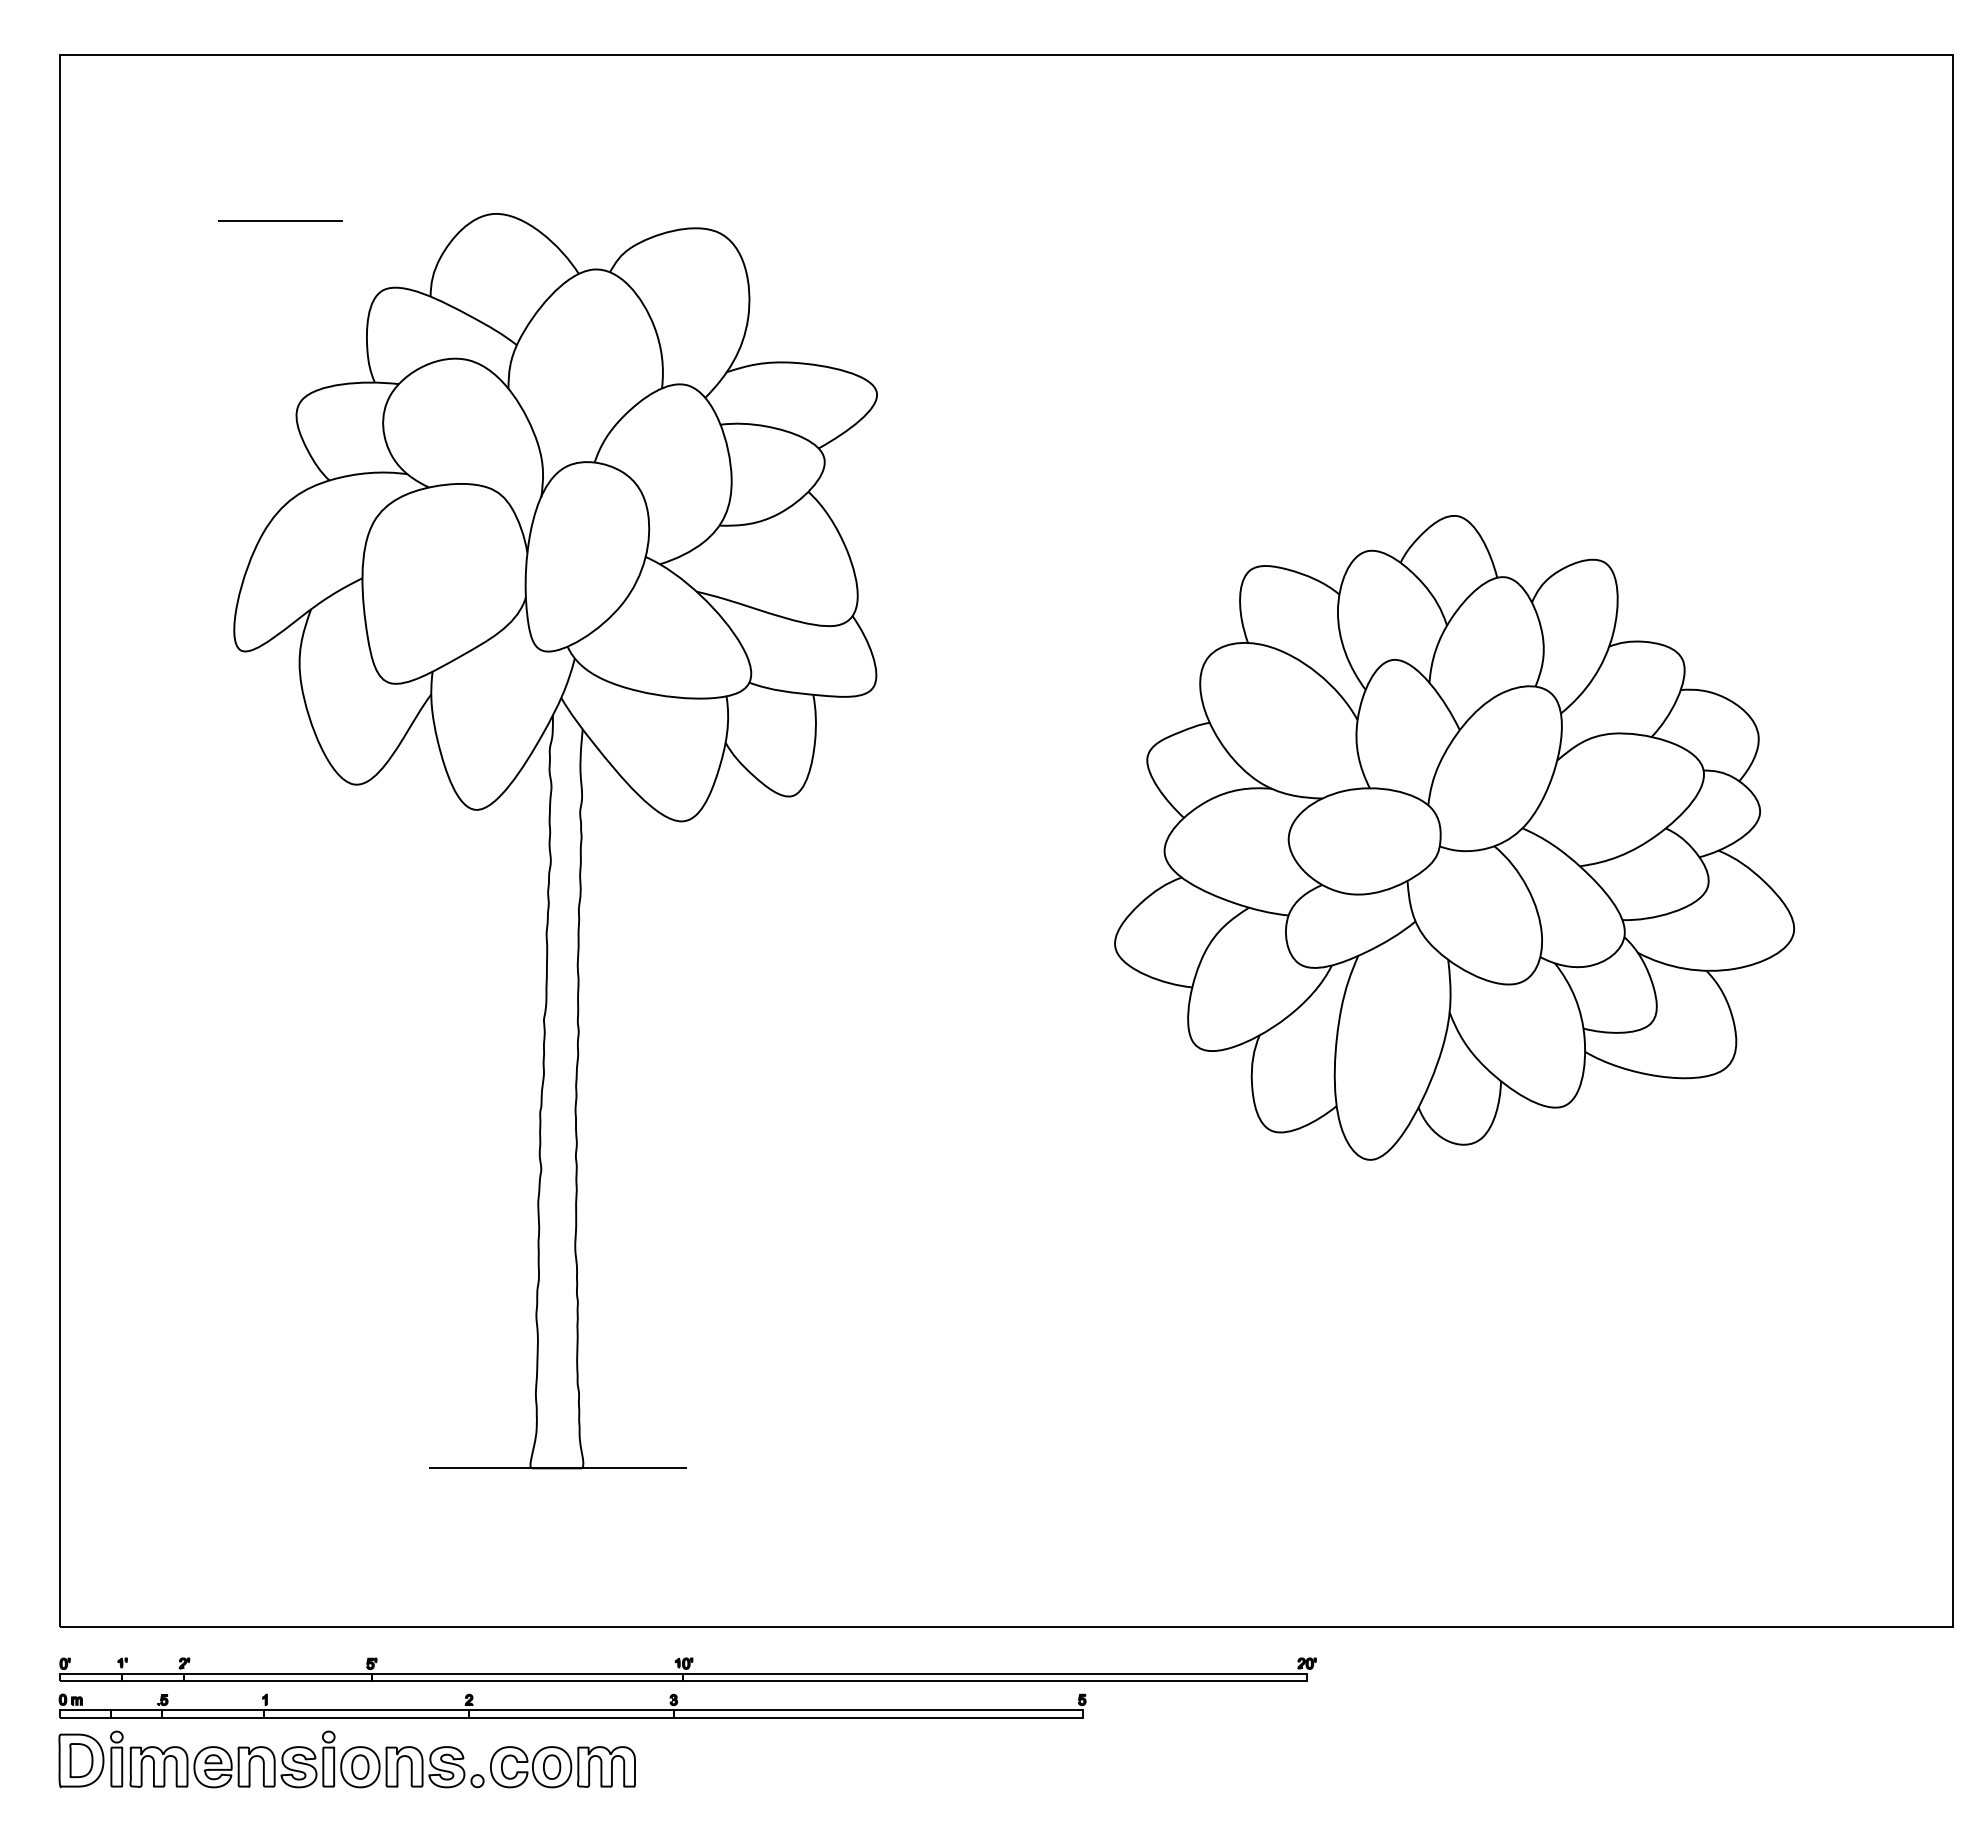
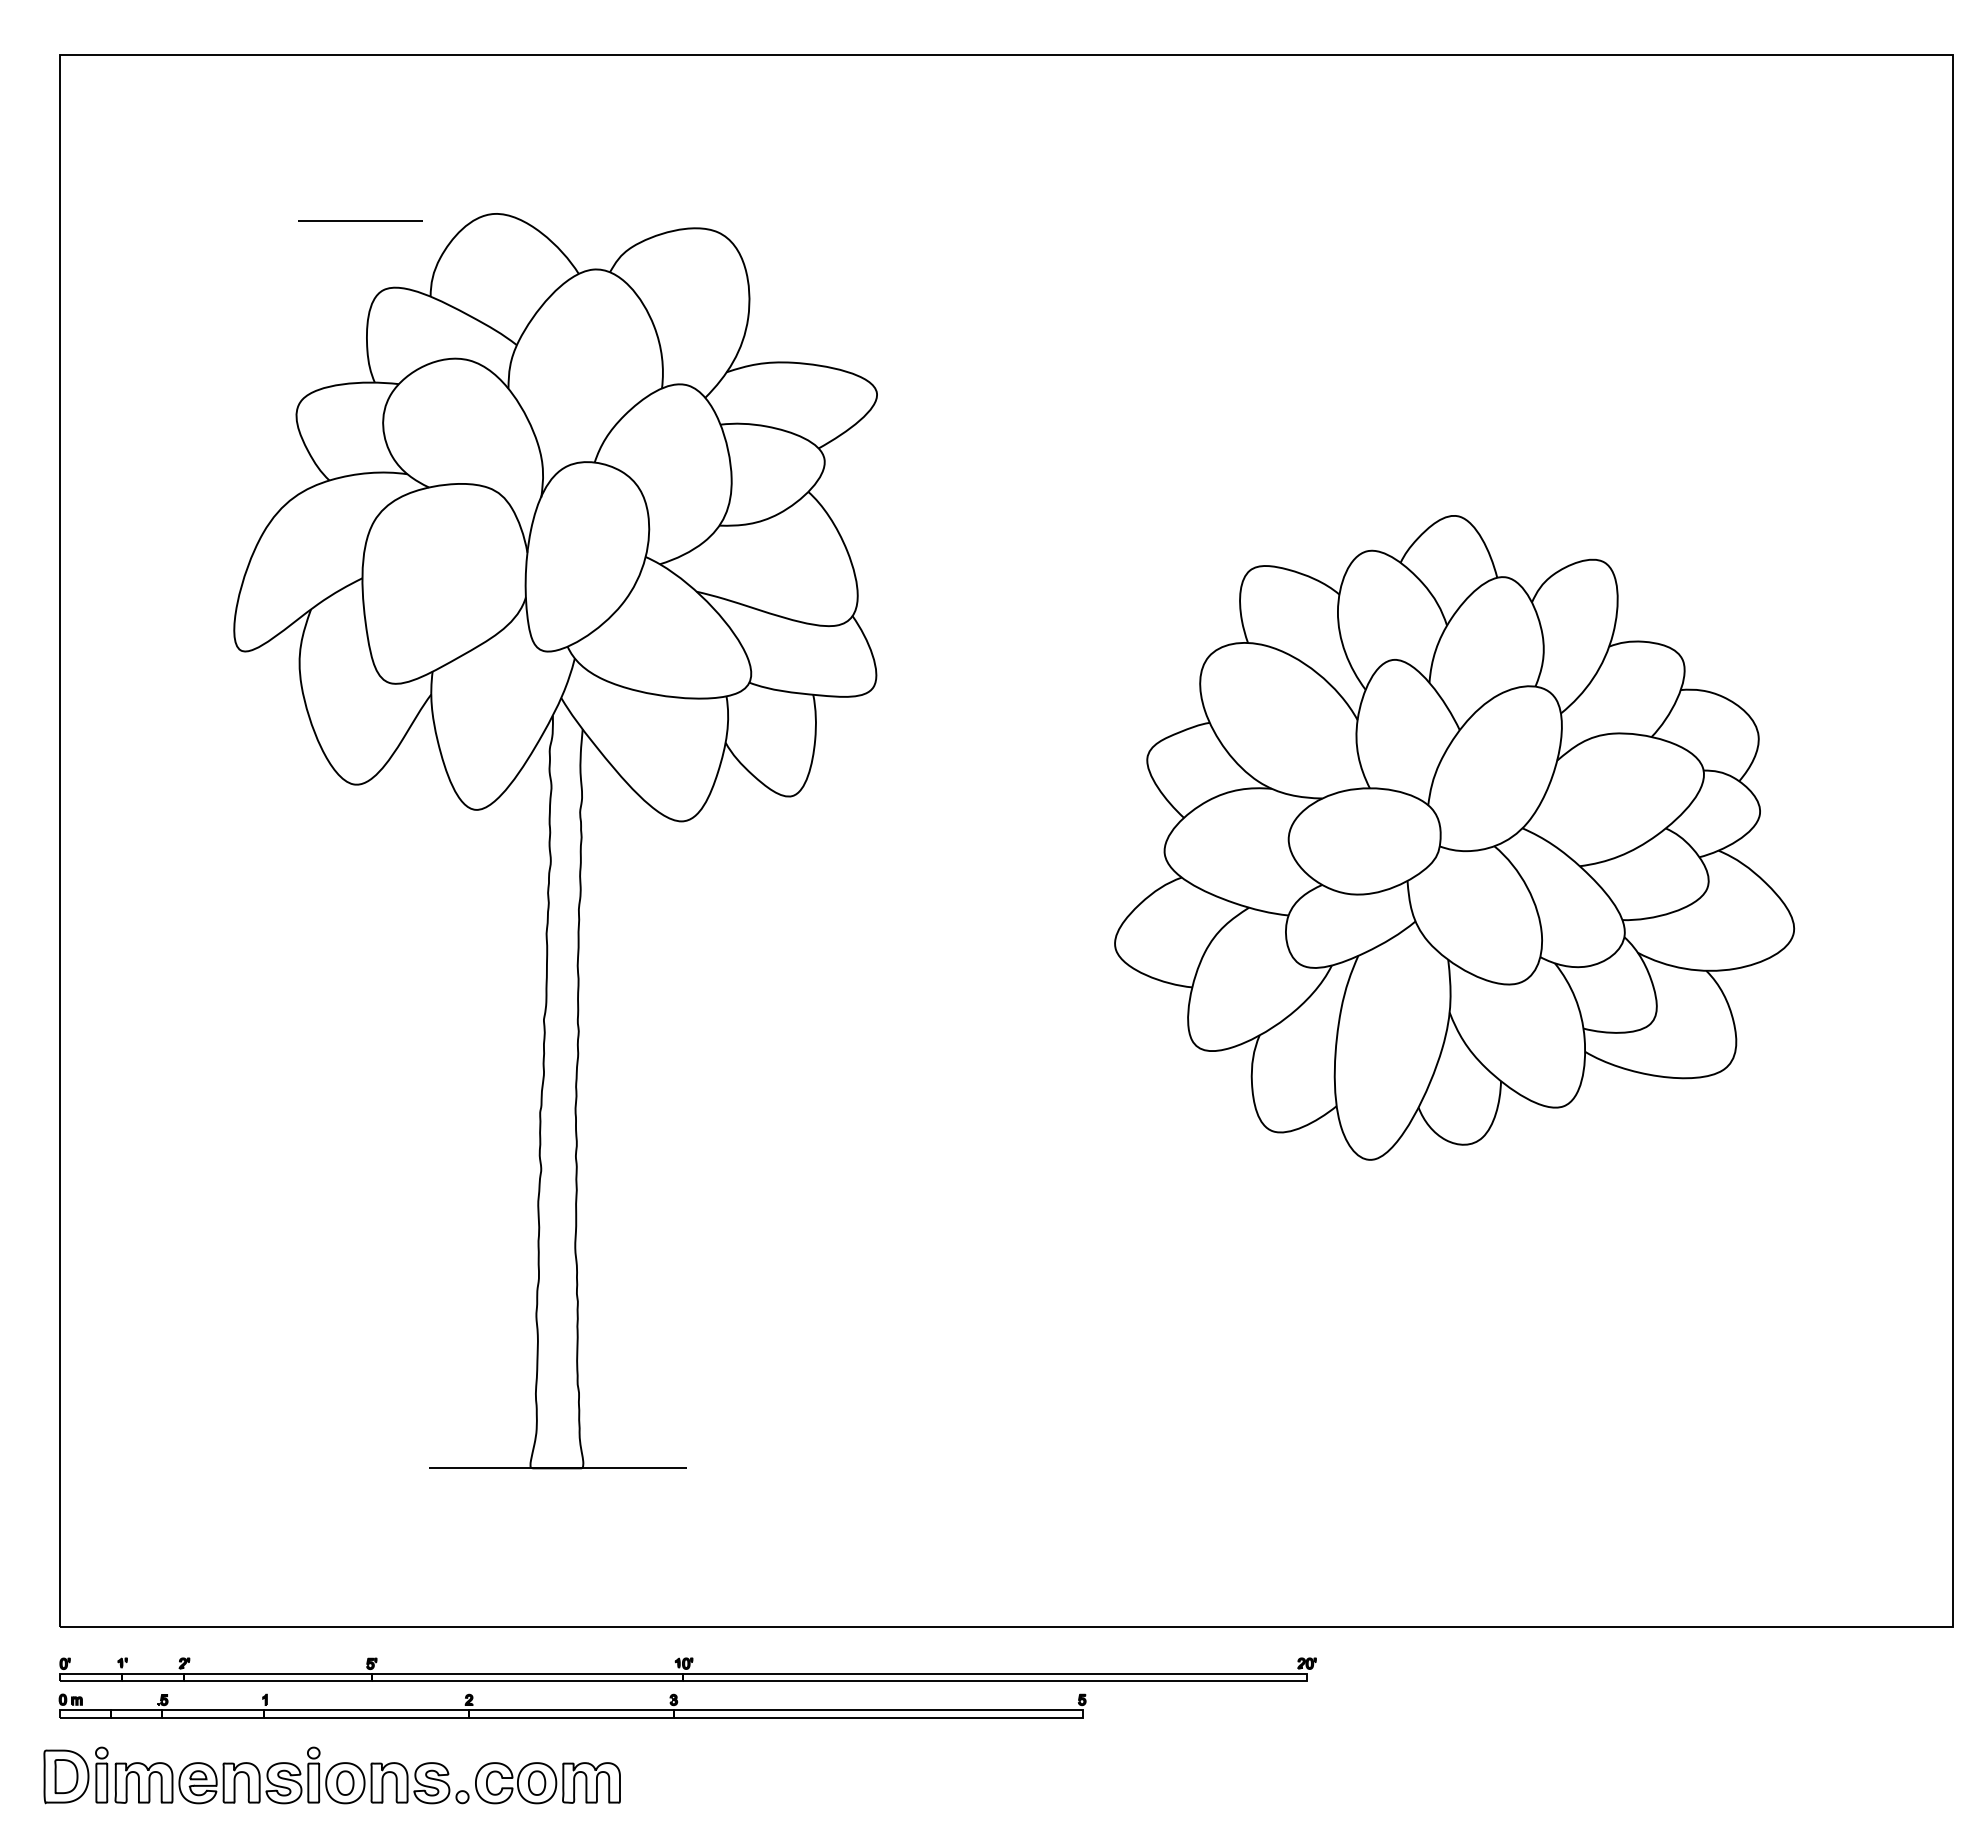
line at (280, 220) position: (280, 220) -> (360, 220)
part at (346, 1759) position: (346, 1759) -> (331, 1775)
